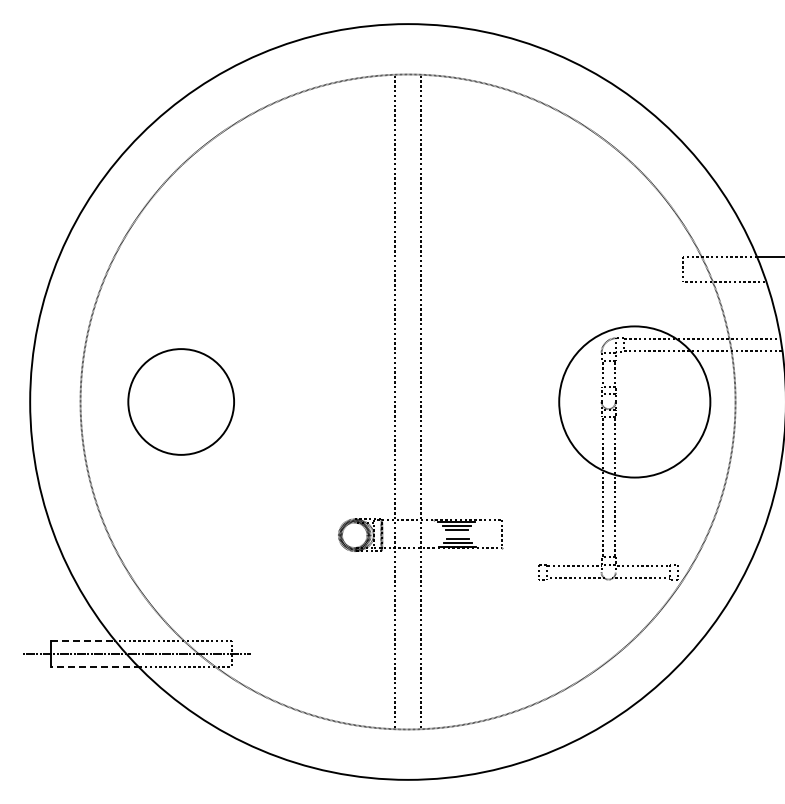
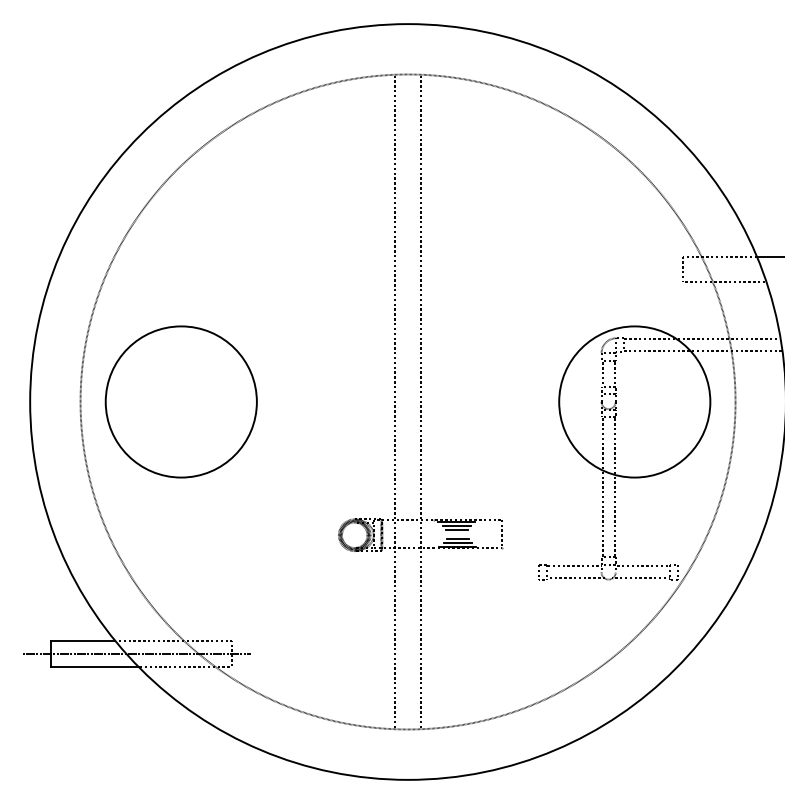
circle at (180, 401) size: 108x108 px -> 154x154 px
line at (81, 641): dashed -> solid
line at (95, 666): dashed -> solid
